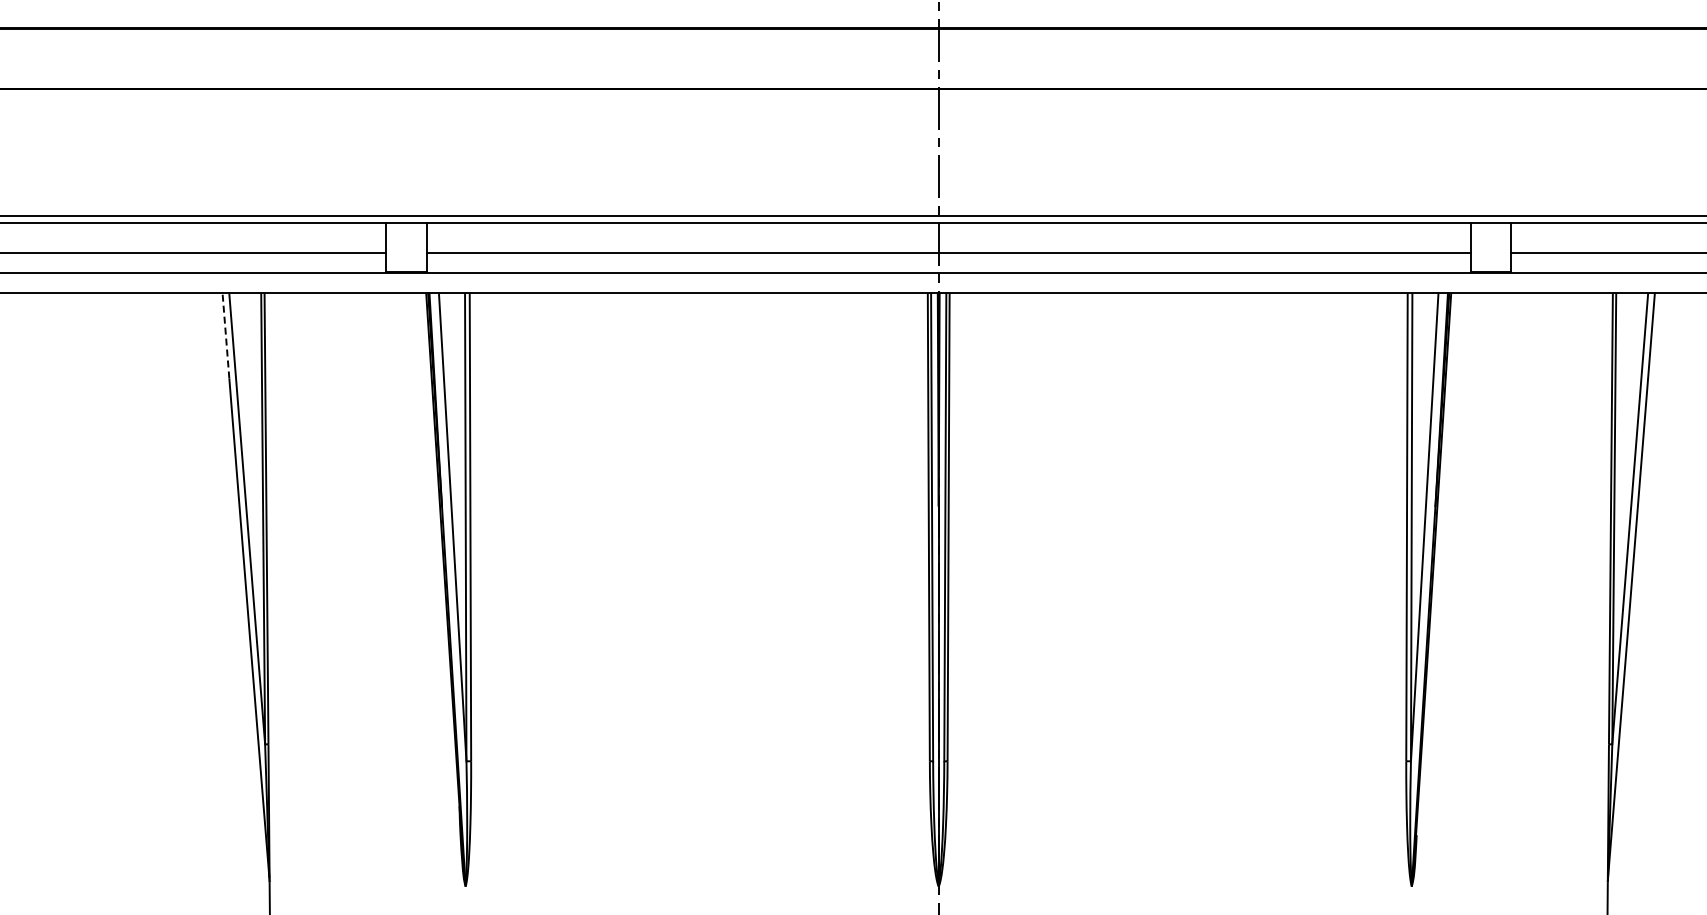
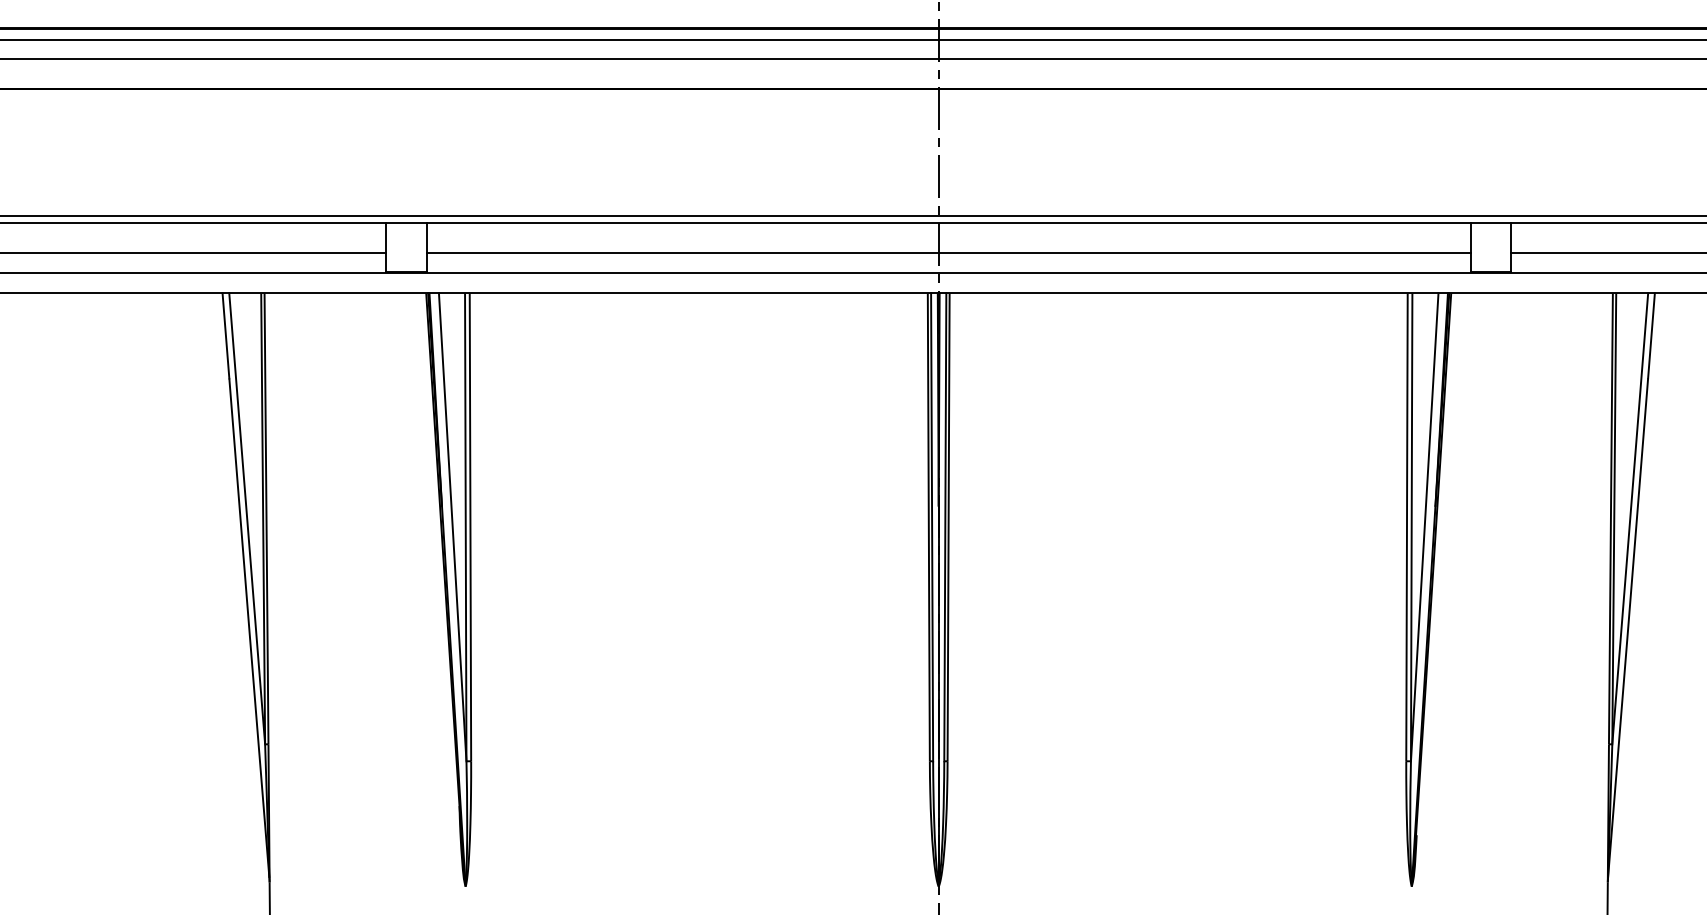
line at (852, 39): none -> present
line at (852, 59): none -> present
line at (225, 335): dashed -> solid
